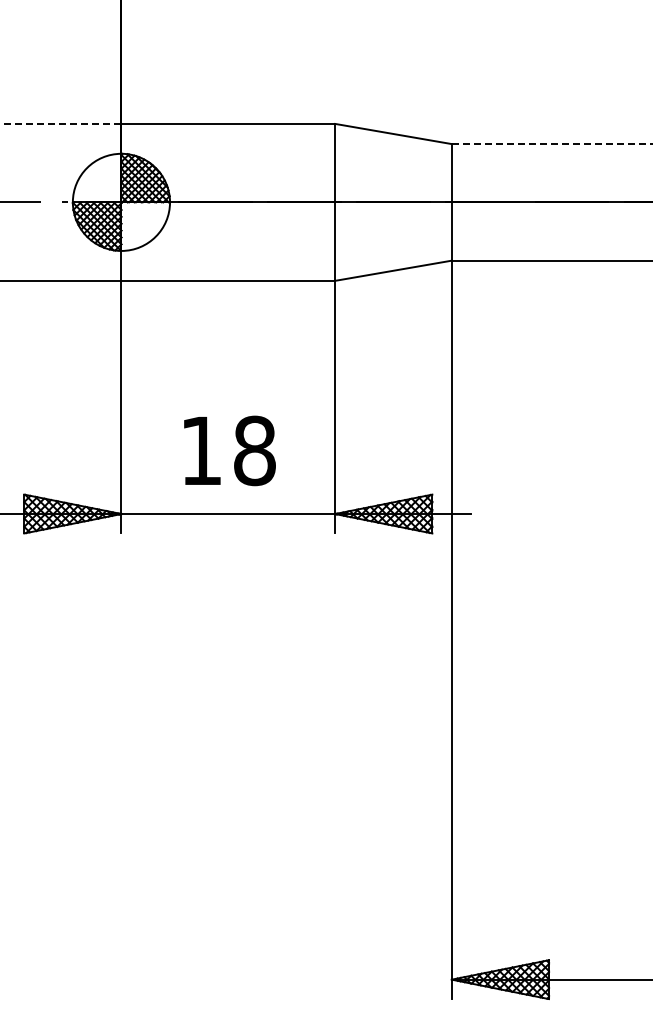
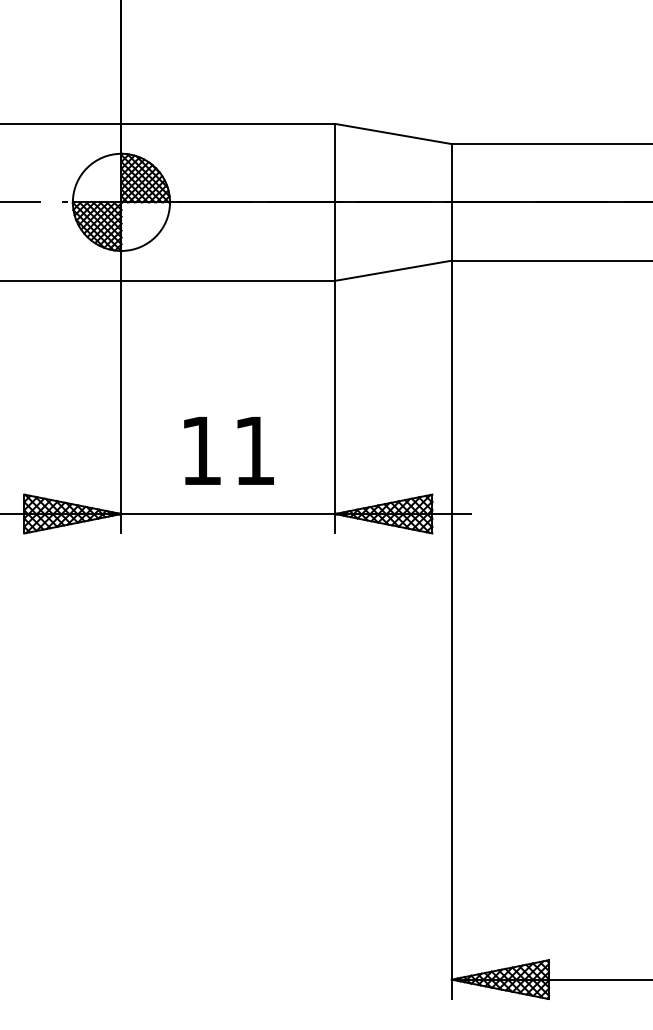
line at (60, 123): dashed -> solid
line at (552, 144): dashed -> solid
text at (254, 450): 18 -> 11
